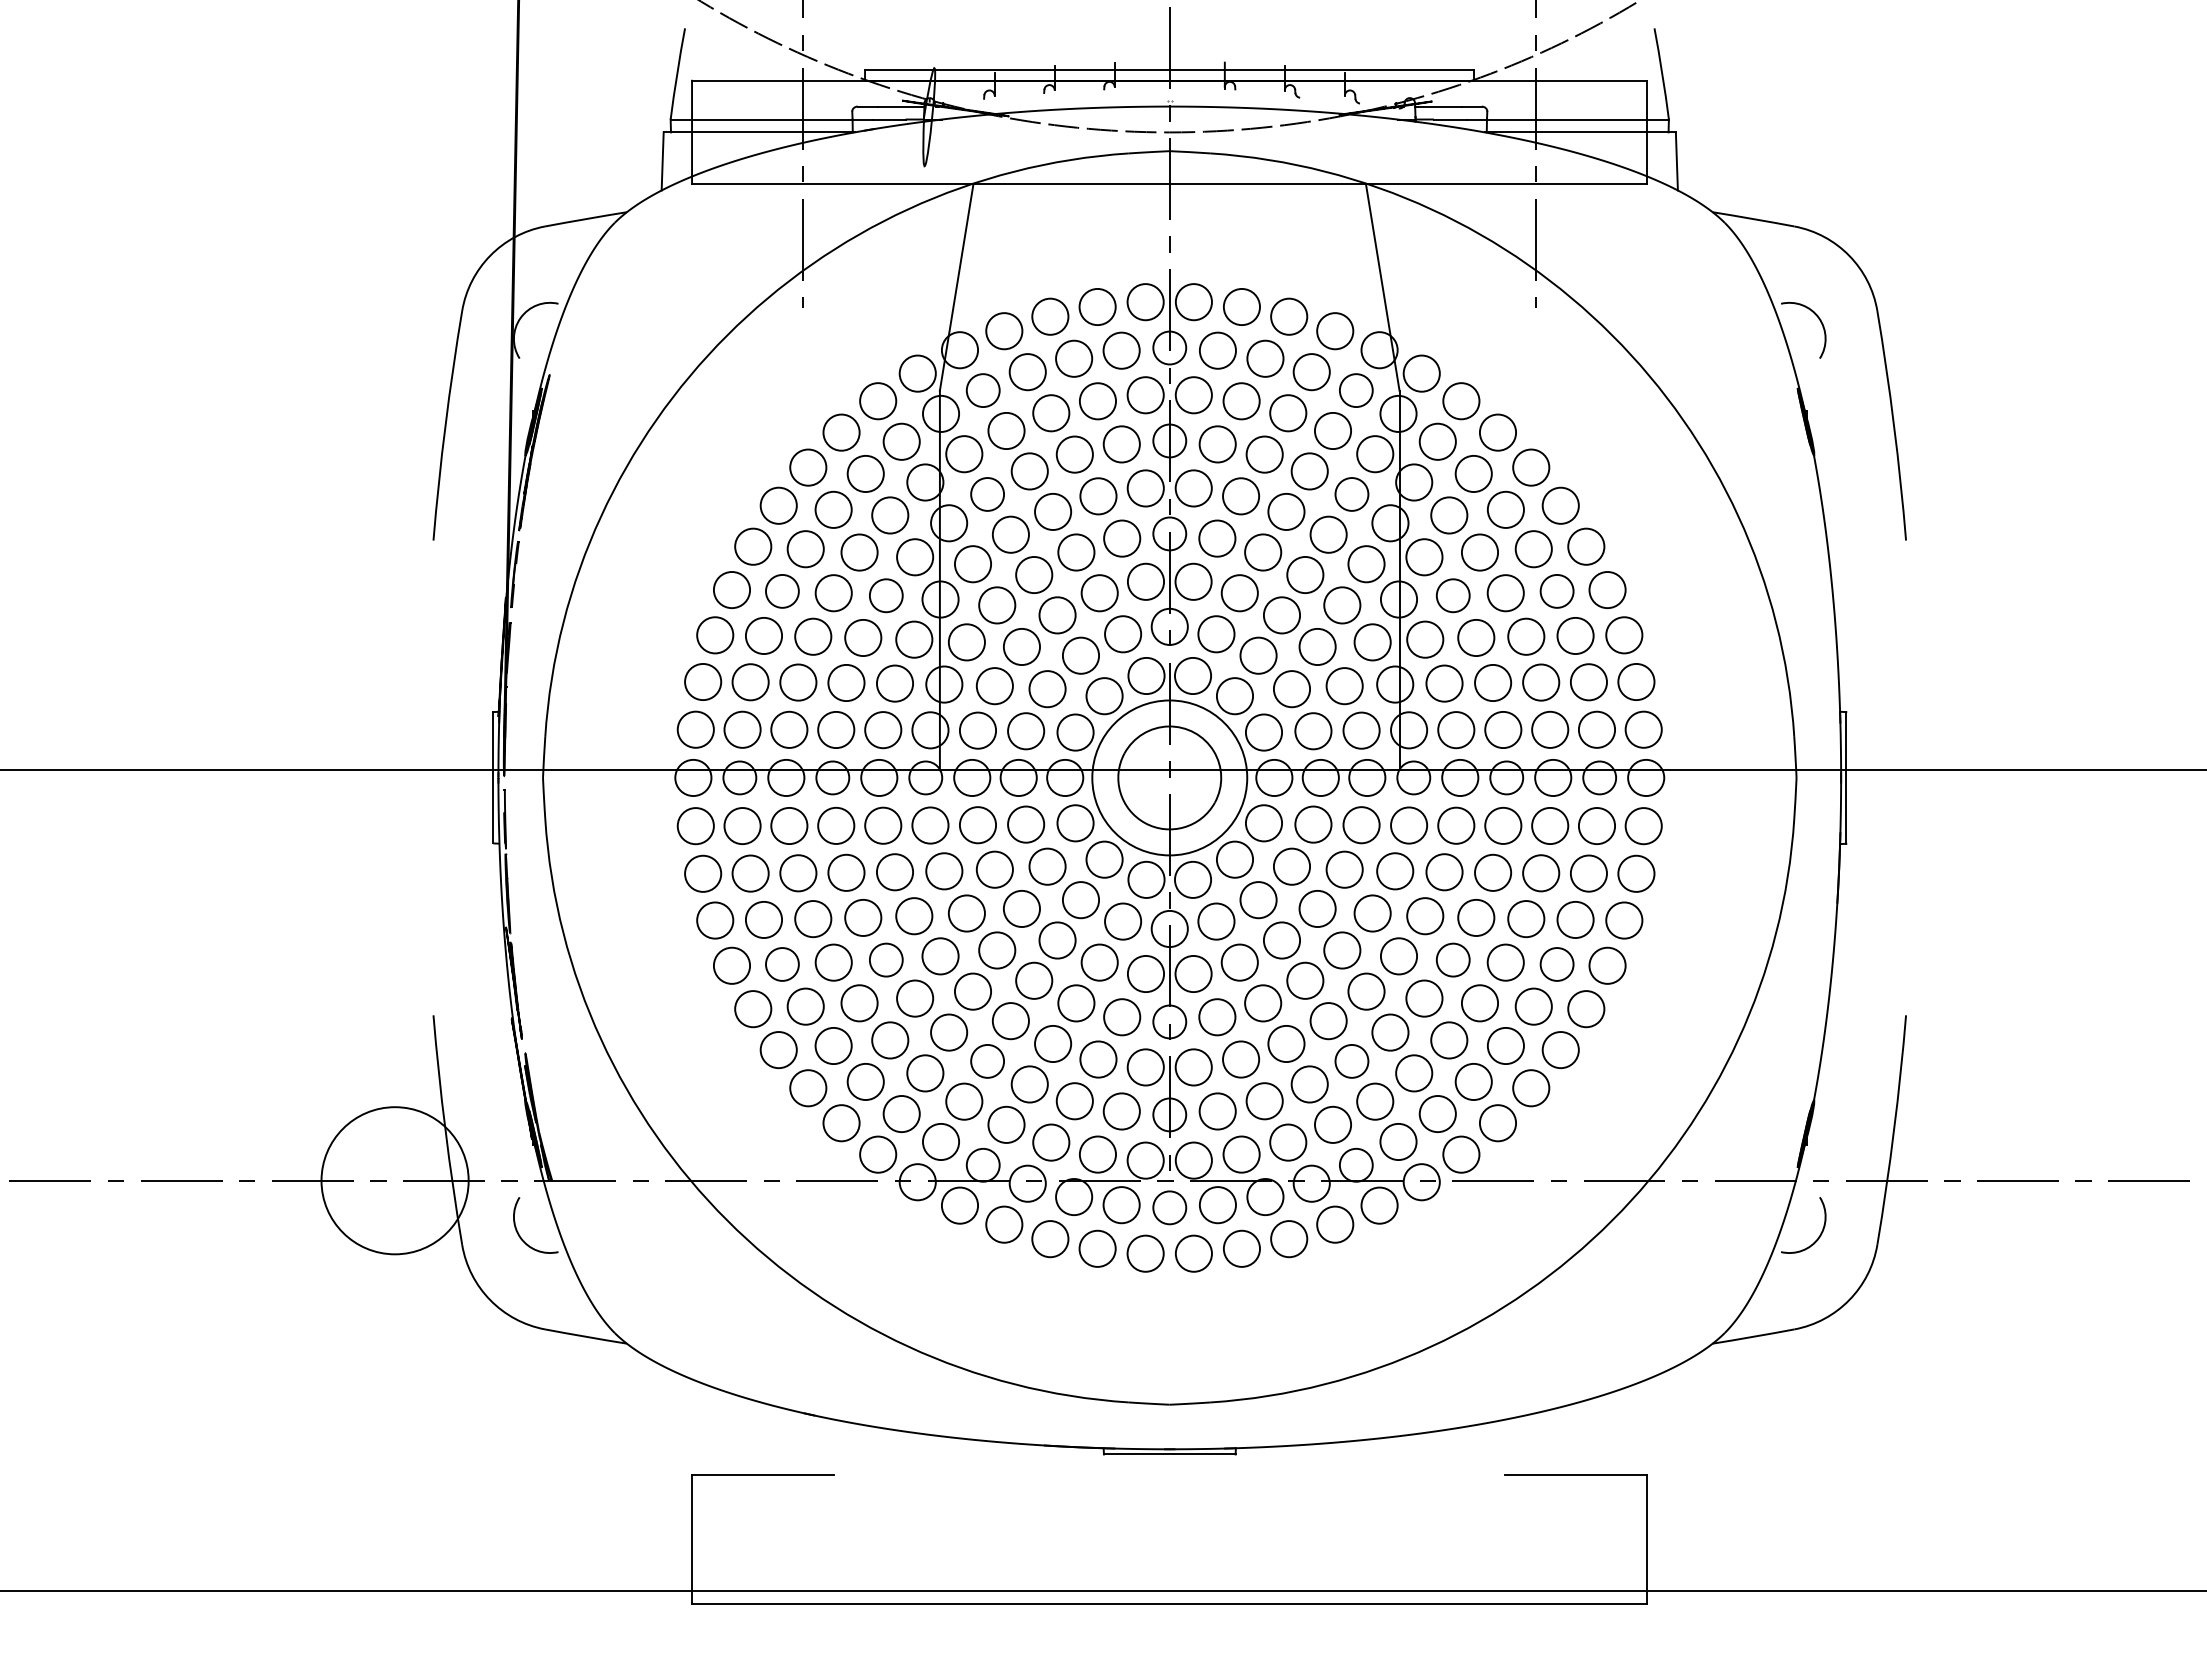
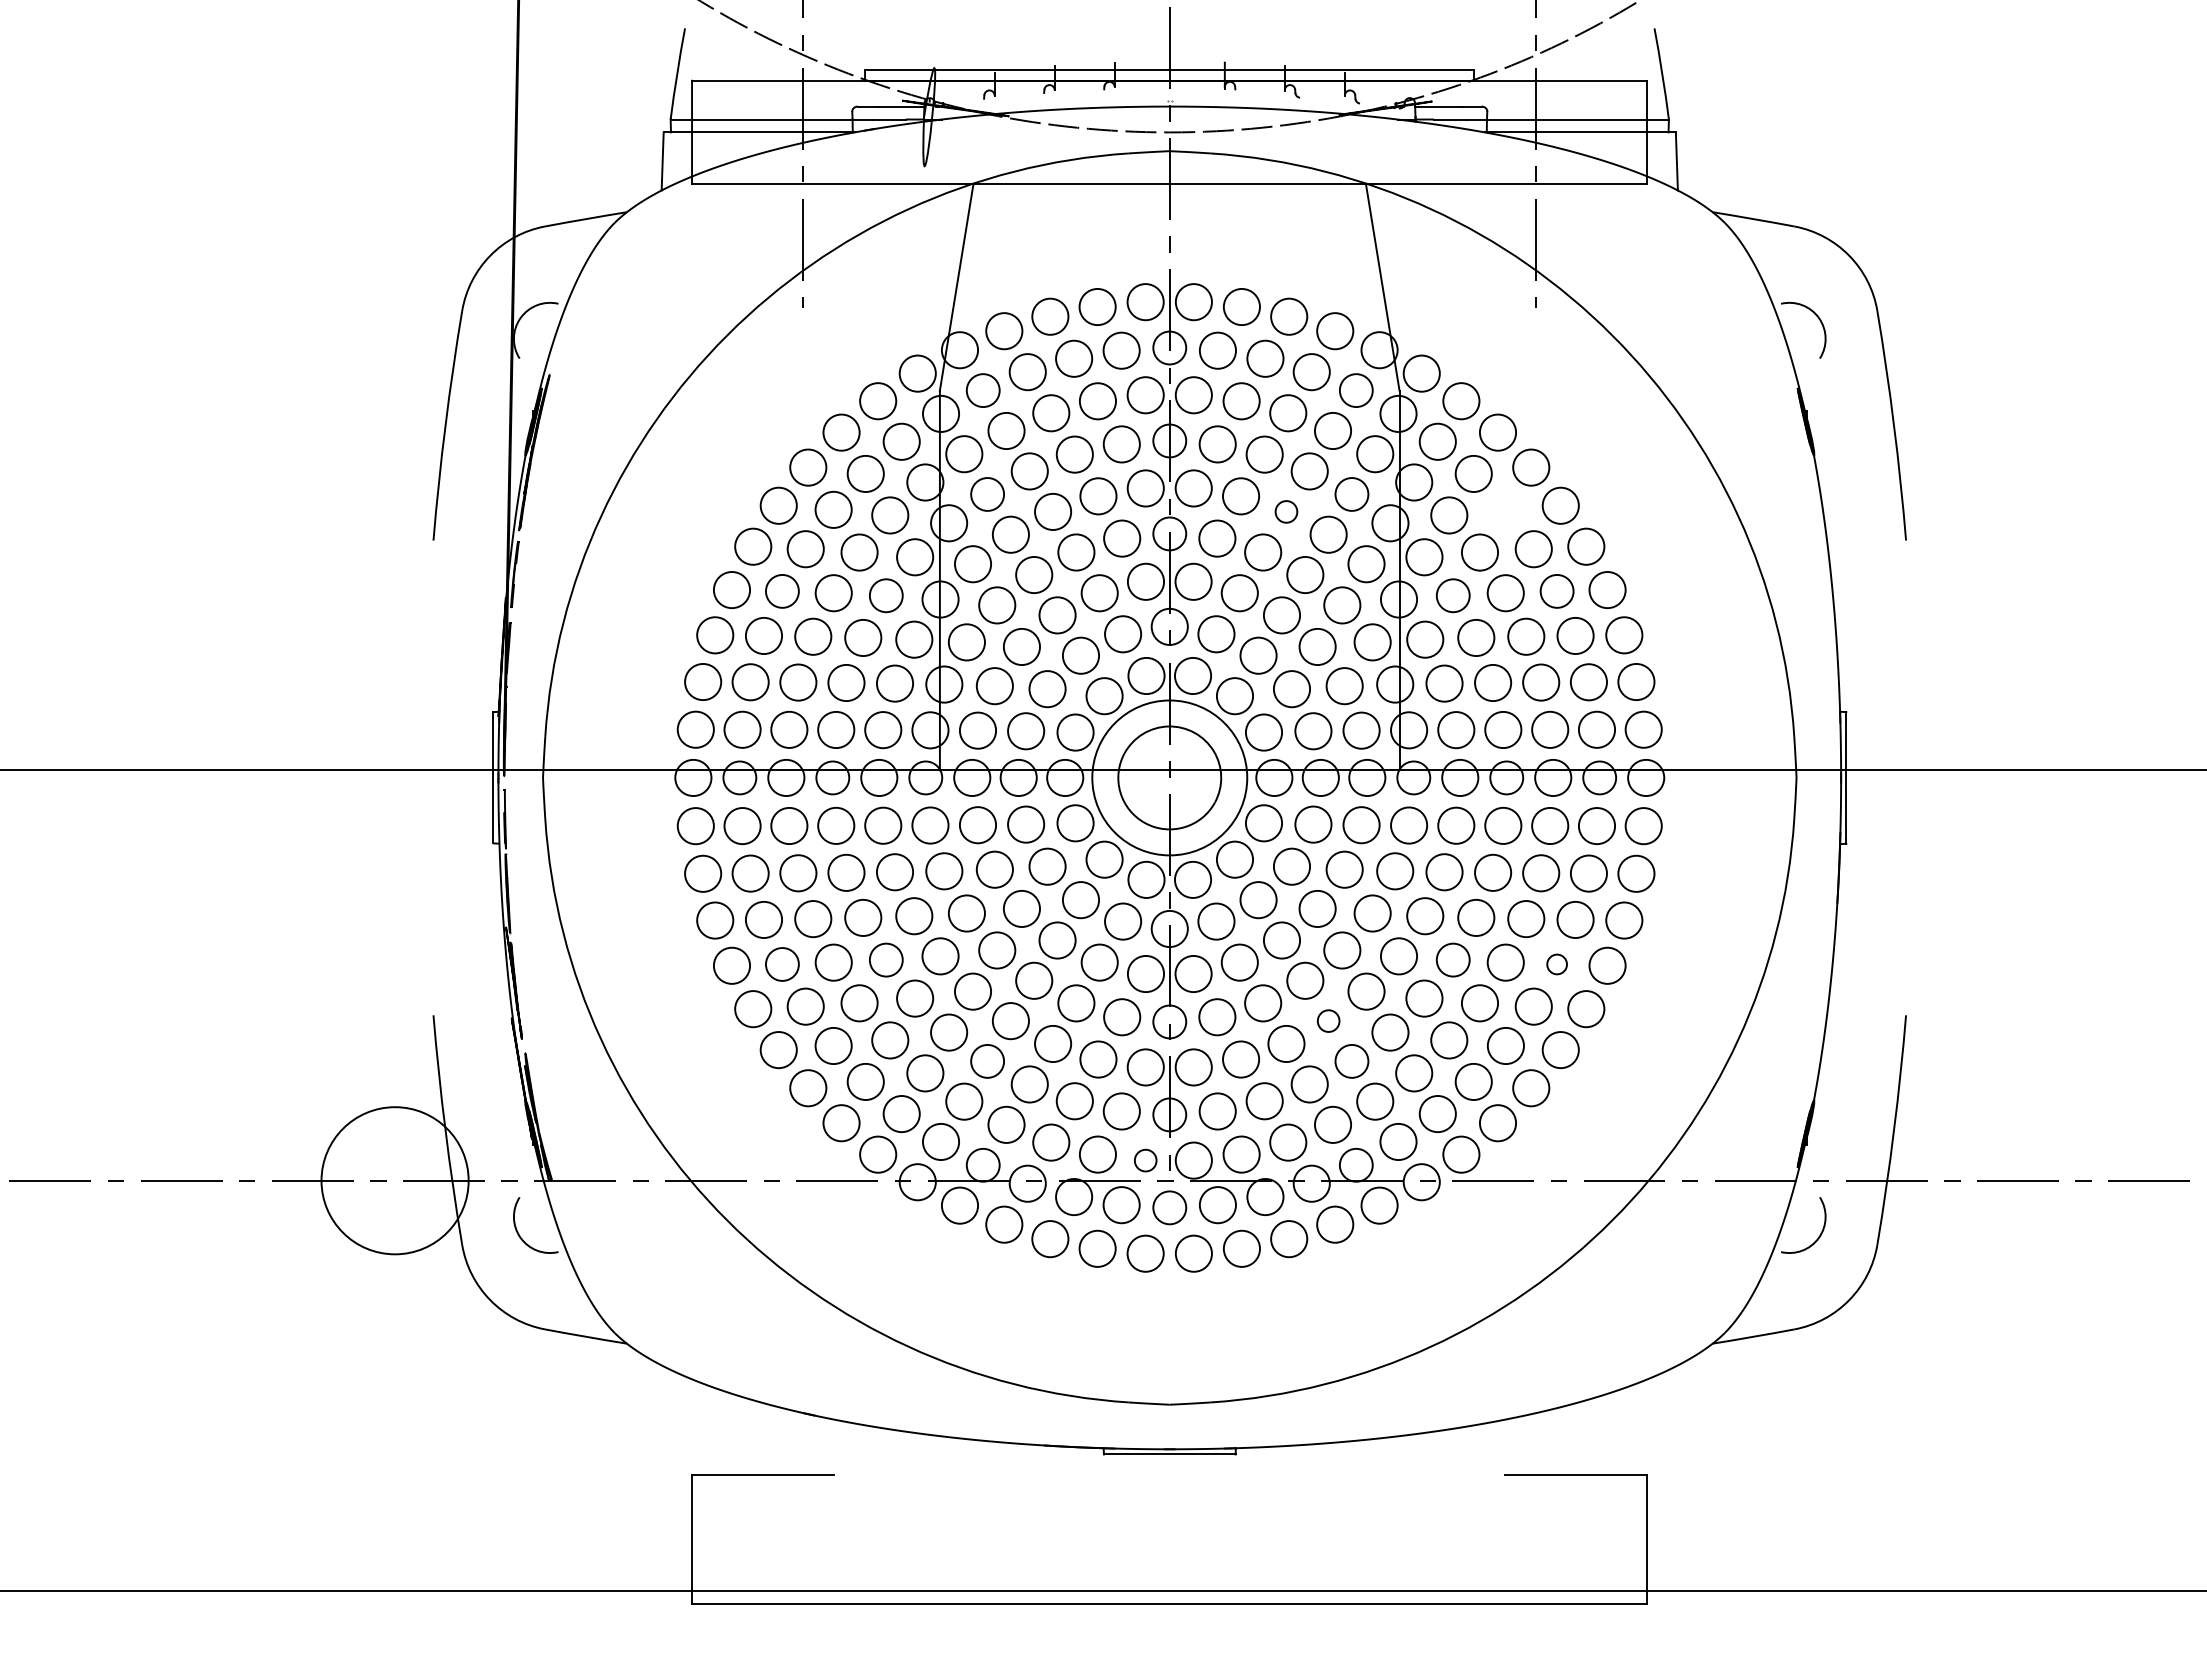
circle at (1505, 509): present -> none
circle at (1286, 511) diameter: 36 px -> 22 px
circle at (1556, 964) diameter: 33 px -> 20 px
circle at (1328, 1021) diameter: 36 px -> 22 px
circle at (1145, 1160) diameter: 36 px -> 22 px
